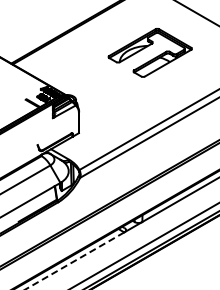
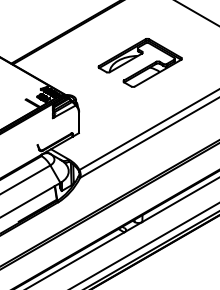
part at (149, 52) position: (149, 52) -> (139, 62)
line at (74, 261): dashed -> solid
